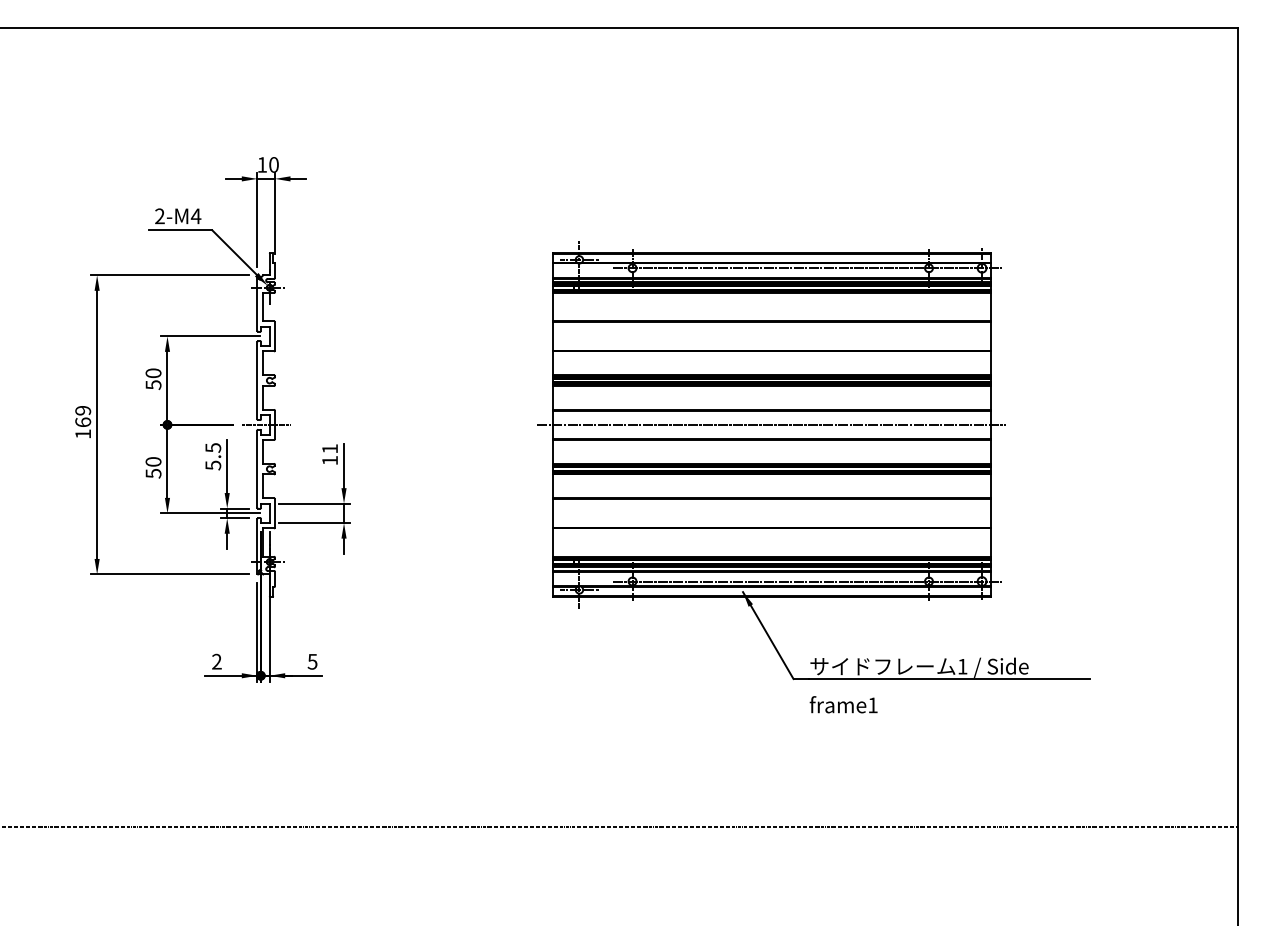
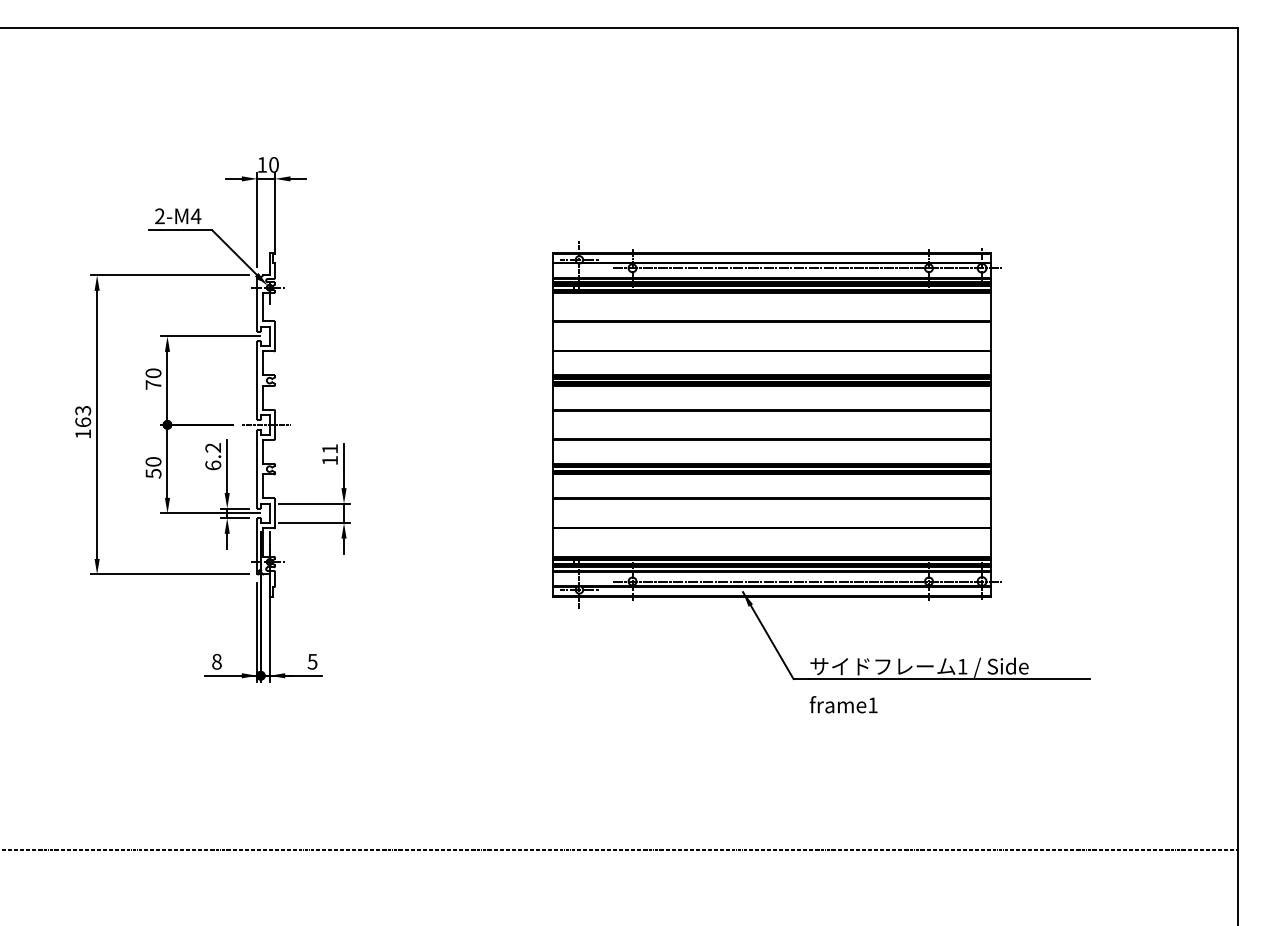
text at (153, 385): 50 -> 70
text at (82, 410): 169 -> 163
line at (771, 424): present -> none
text at (213, 456): 5.5 -> 6.2
text at (216, 661): 2 -> 8
line at (619, 826) position: (619, 826) -> (619, 849)
